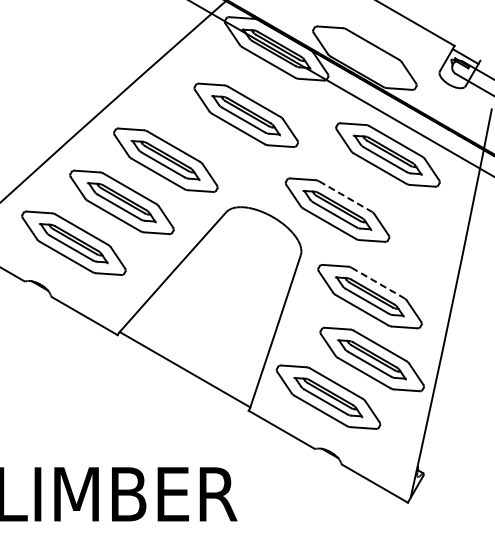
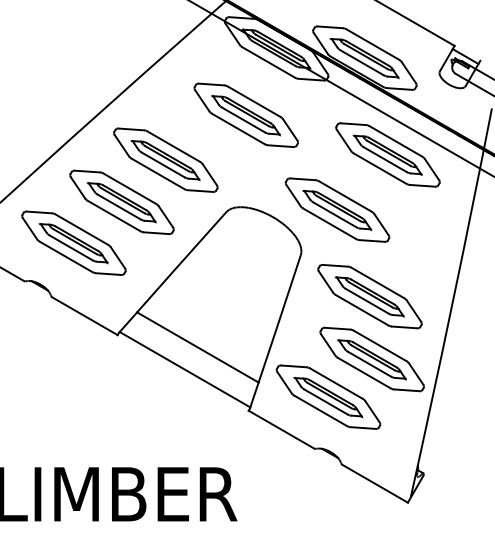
part at (364, 58): none -> present
line at (345, 196): dashed -> solid
line at (378, 283): dashed -> solid
line at (197, 347): none -> present
